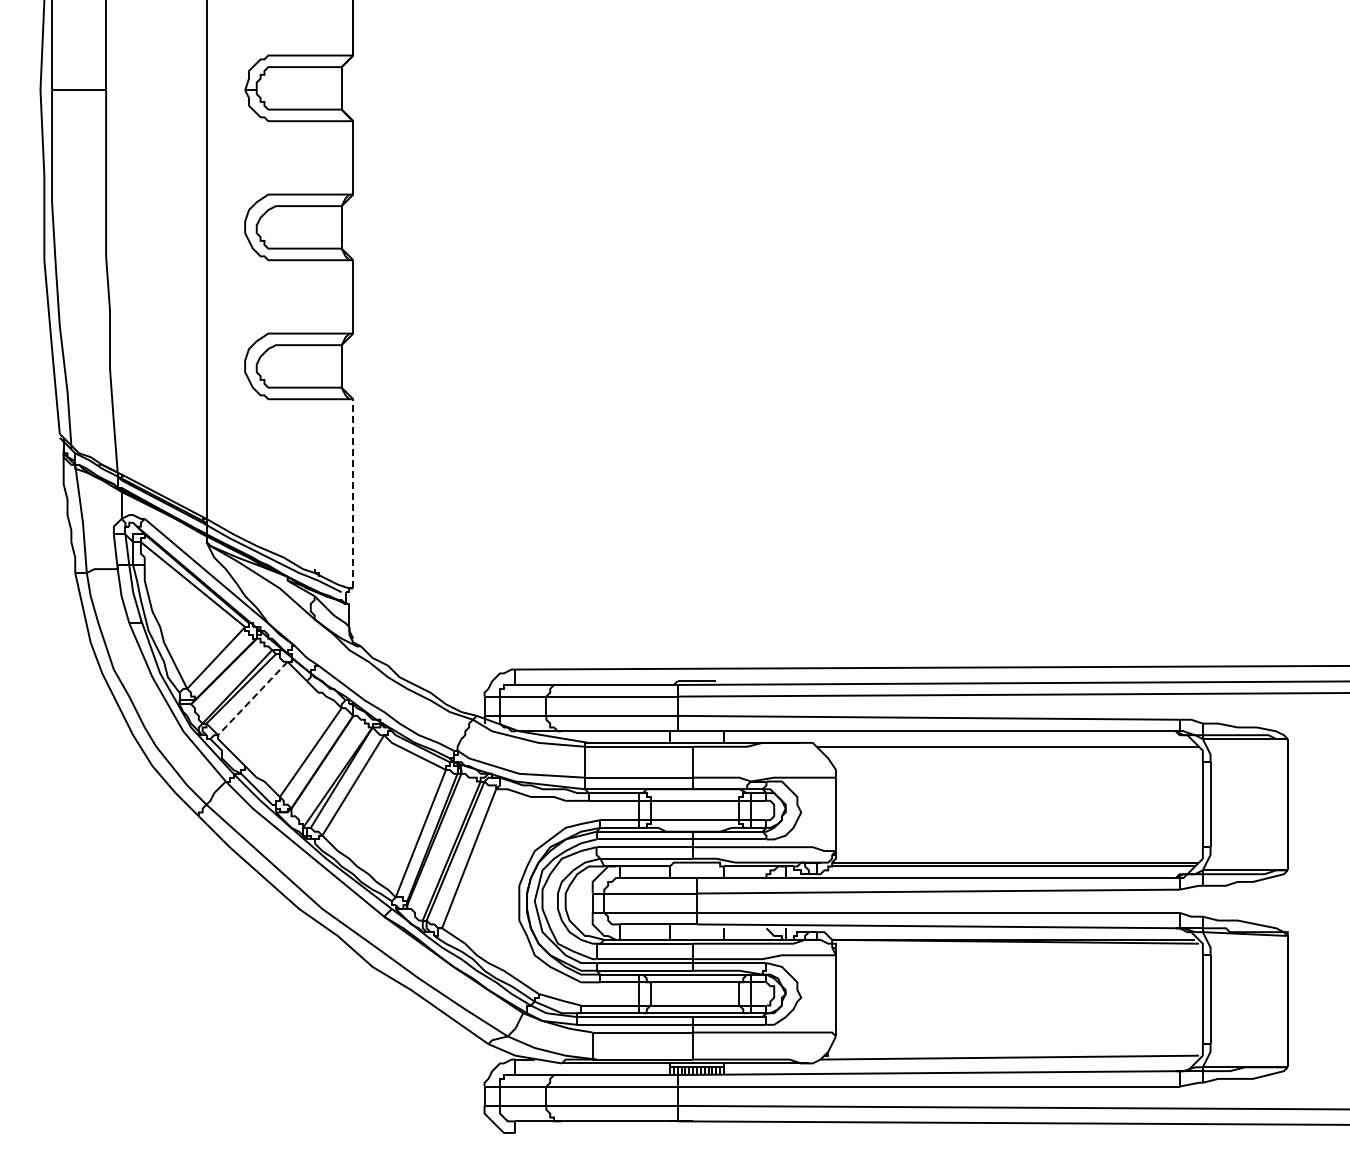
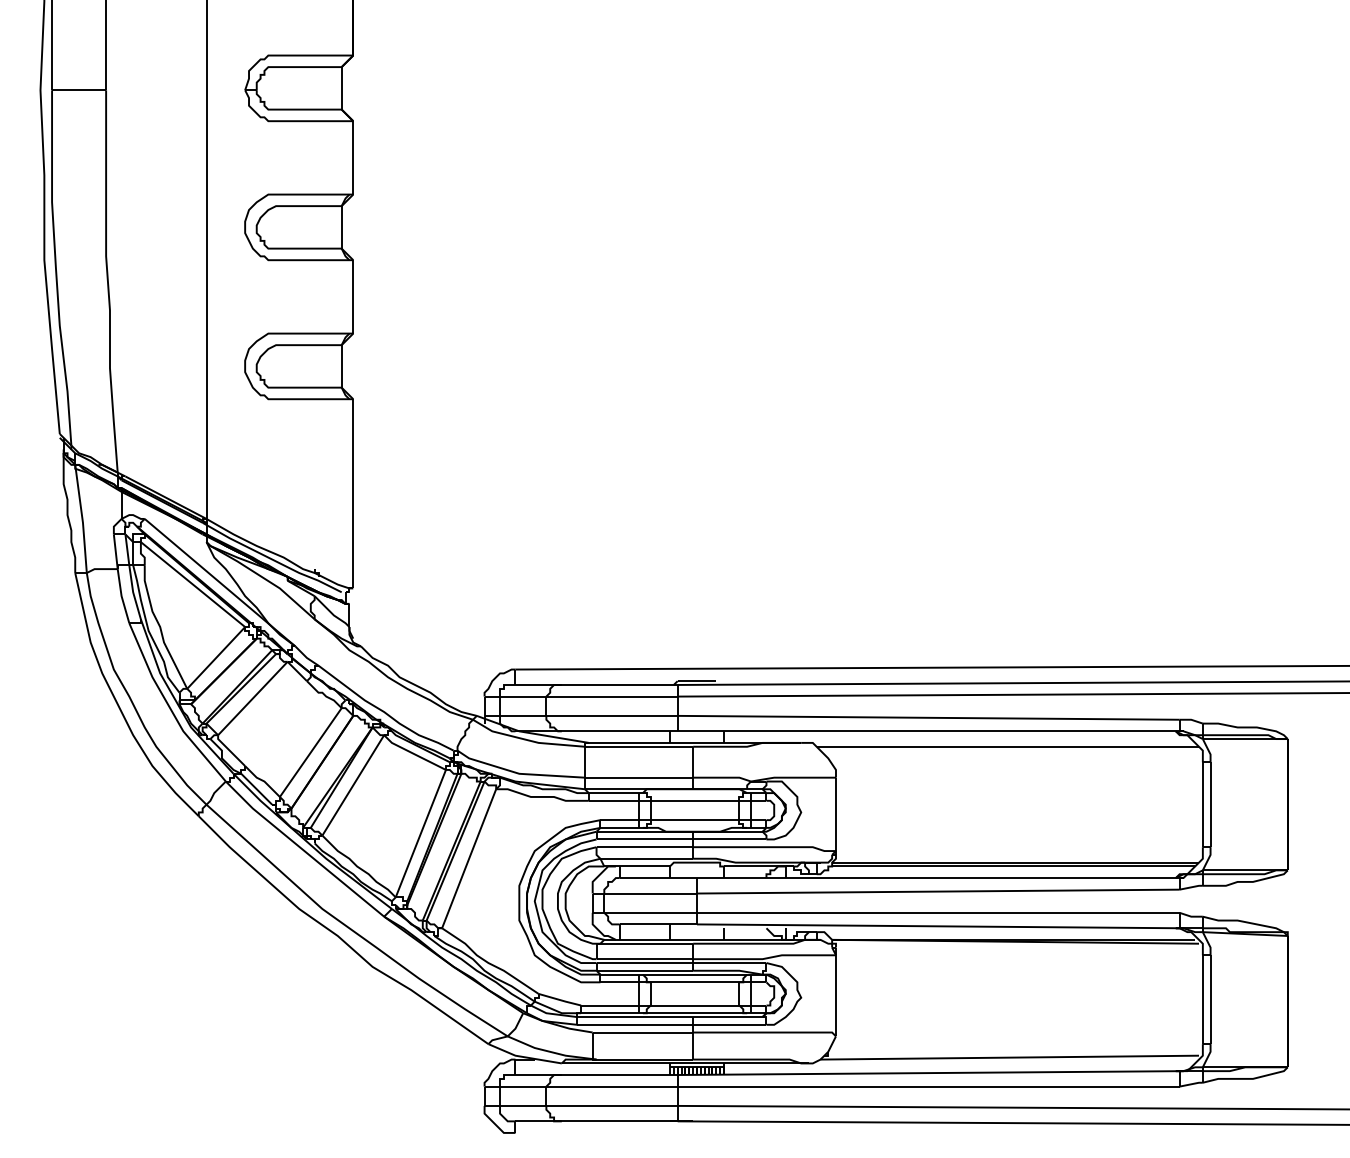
line at (353, 493): dashed -> solid
line at (252, 698): dashed -> solid
